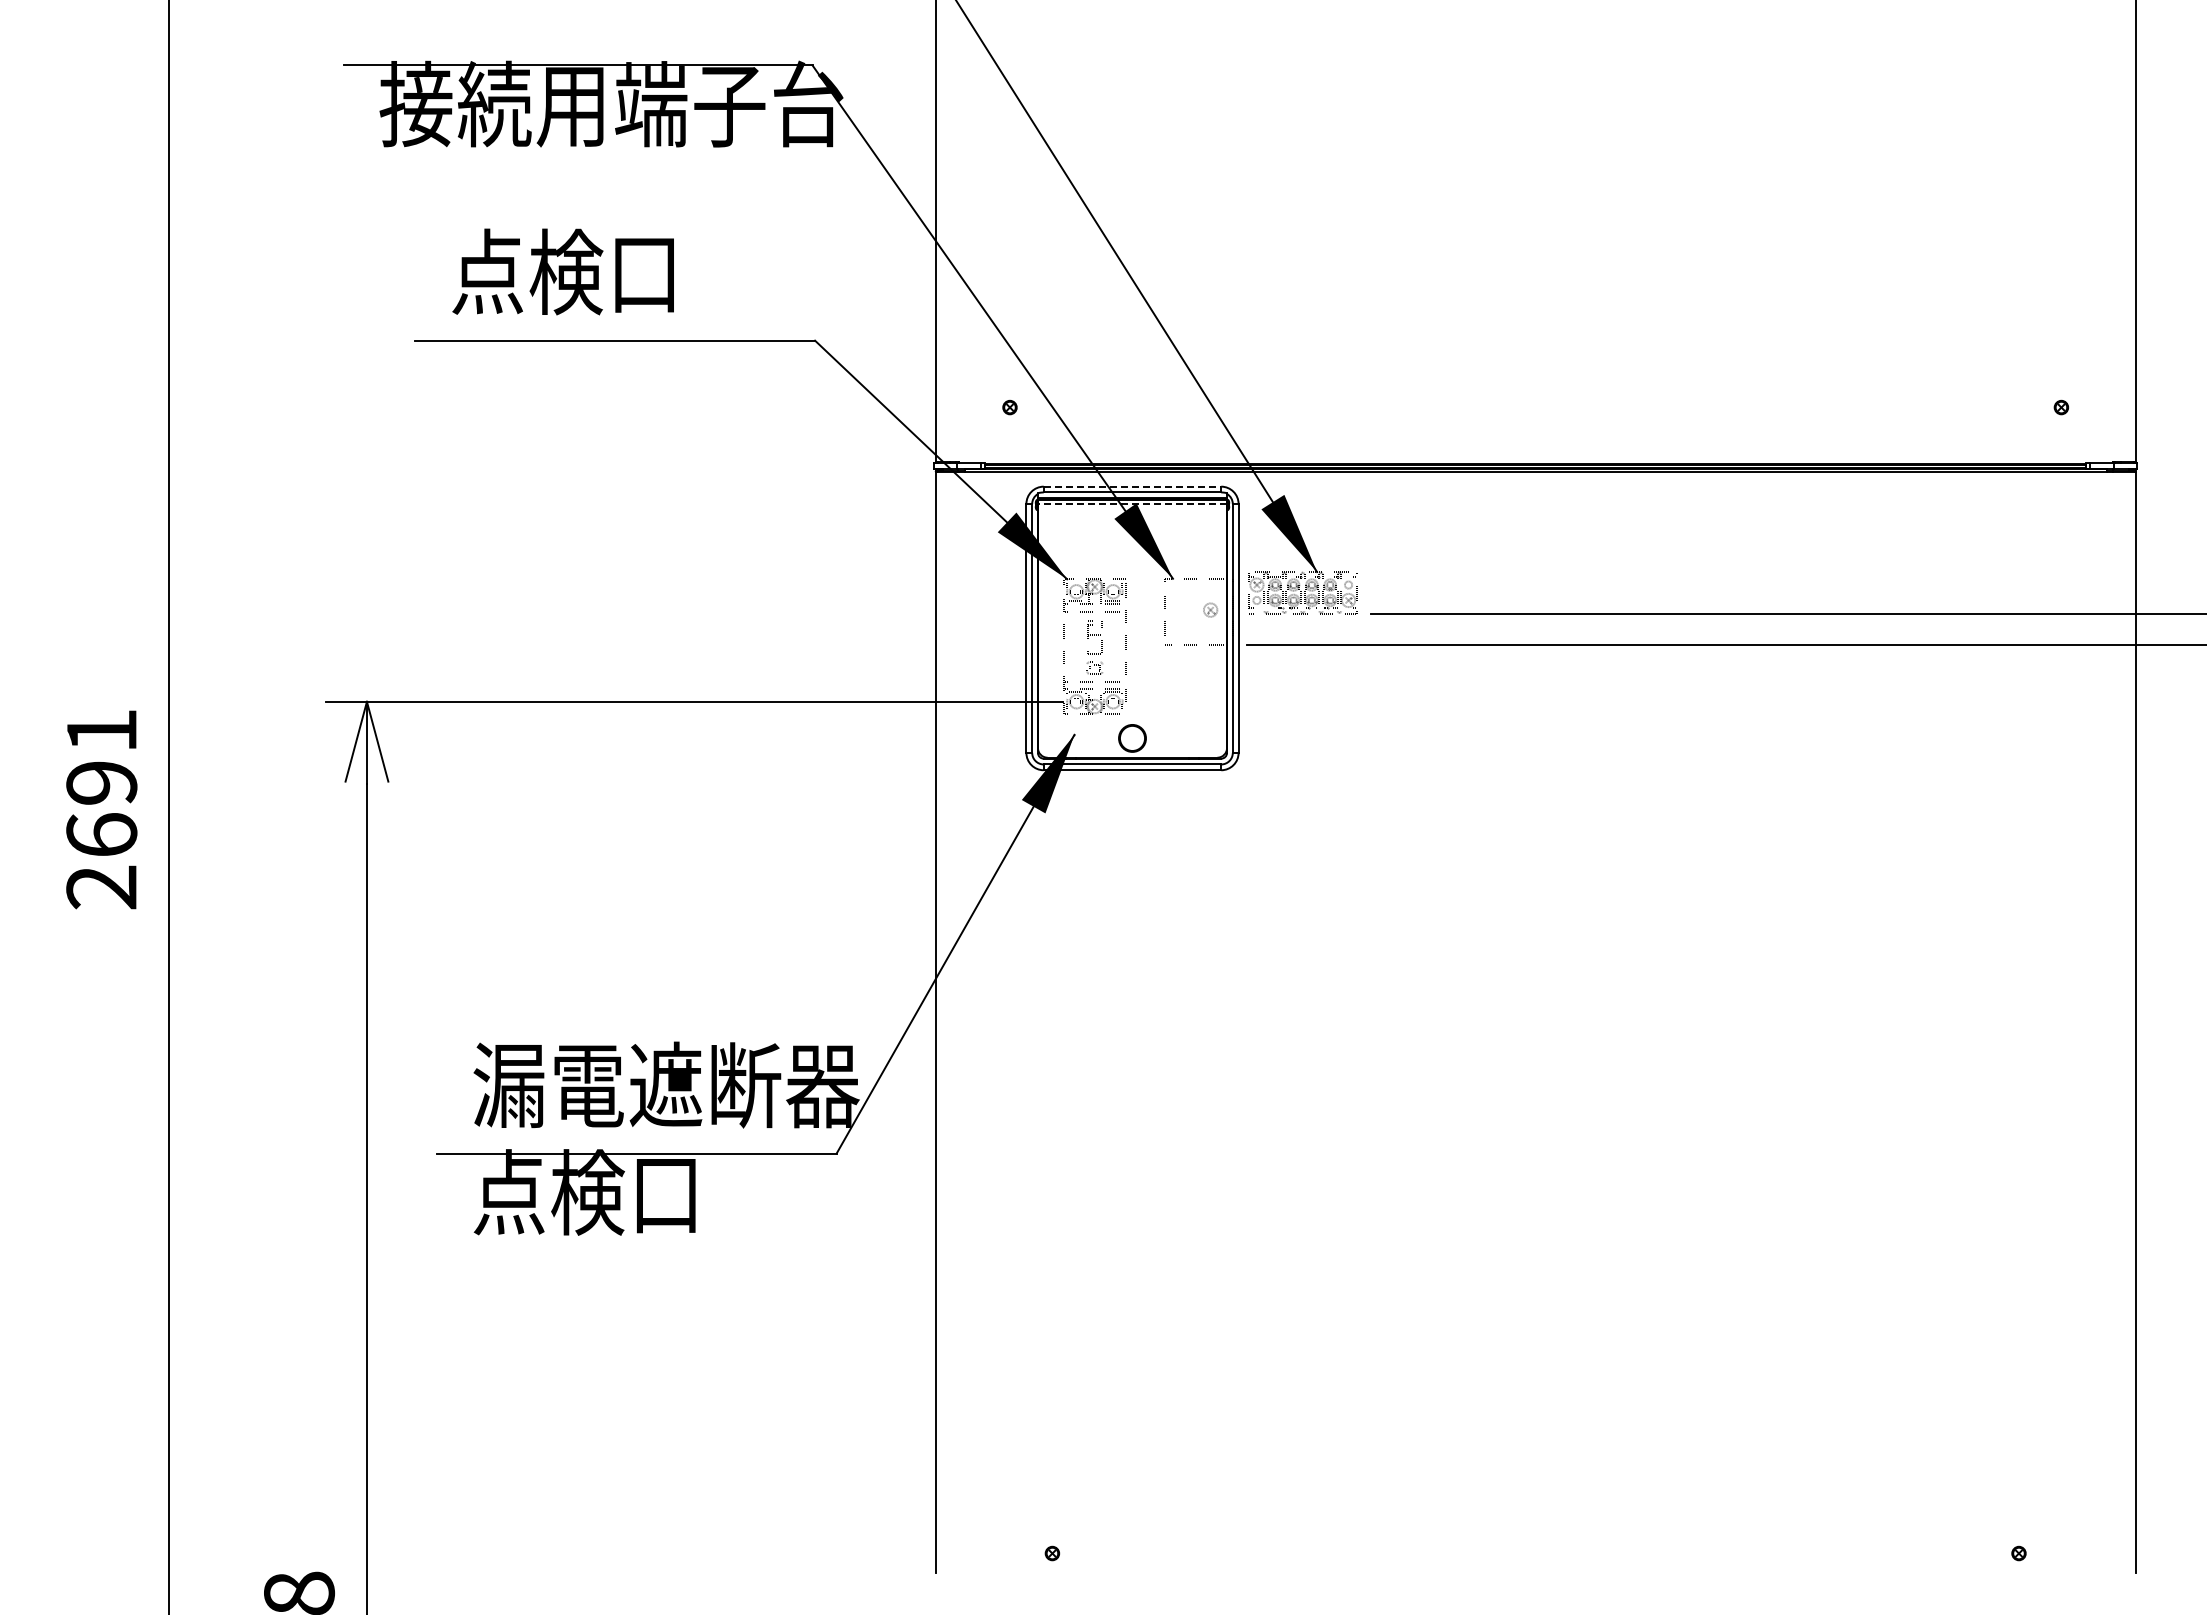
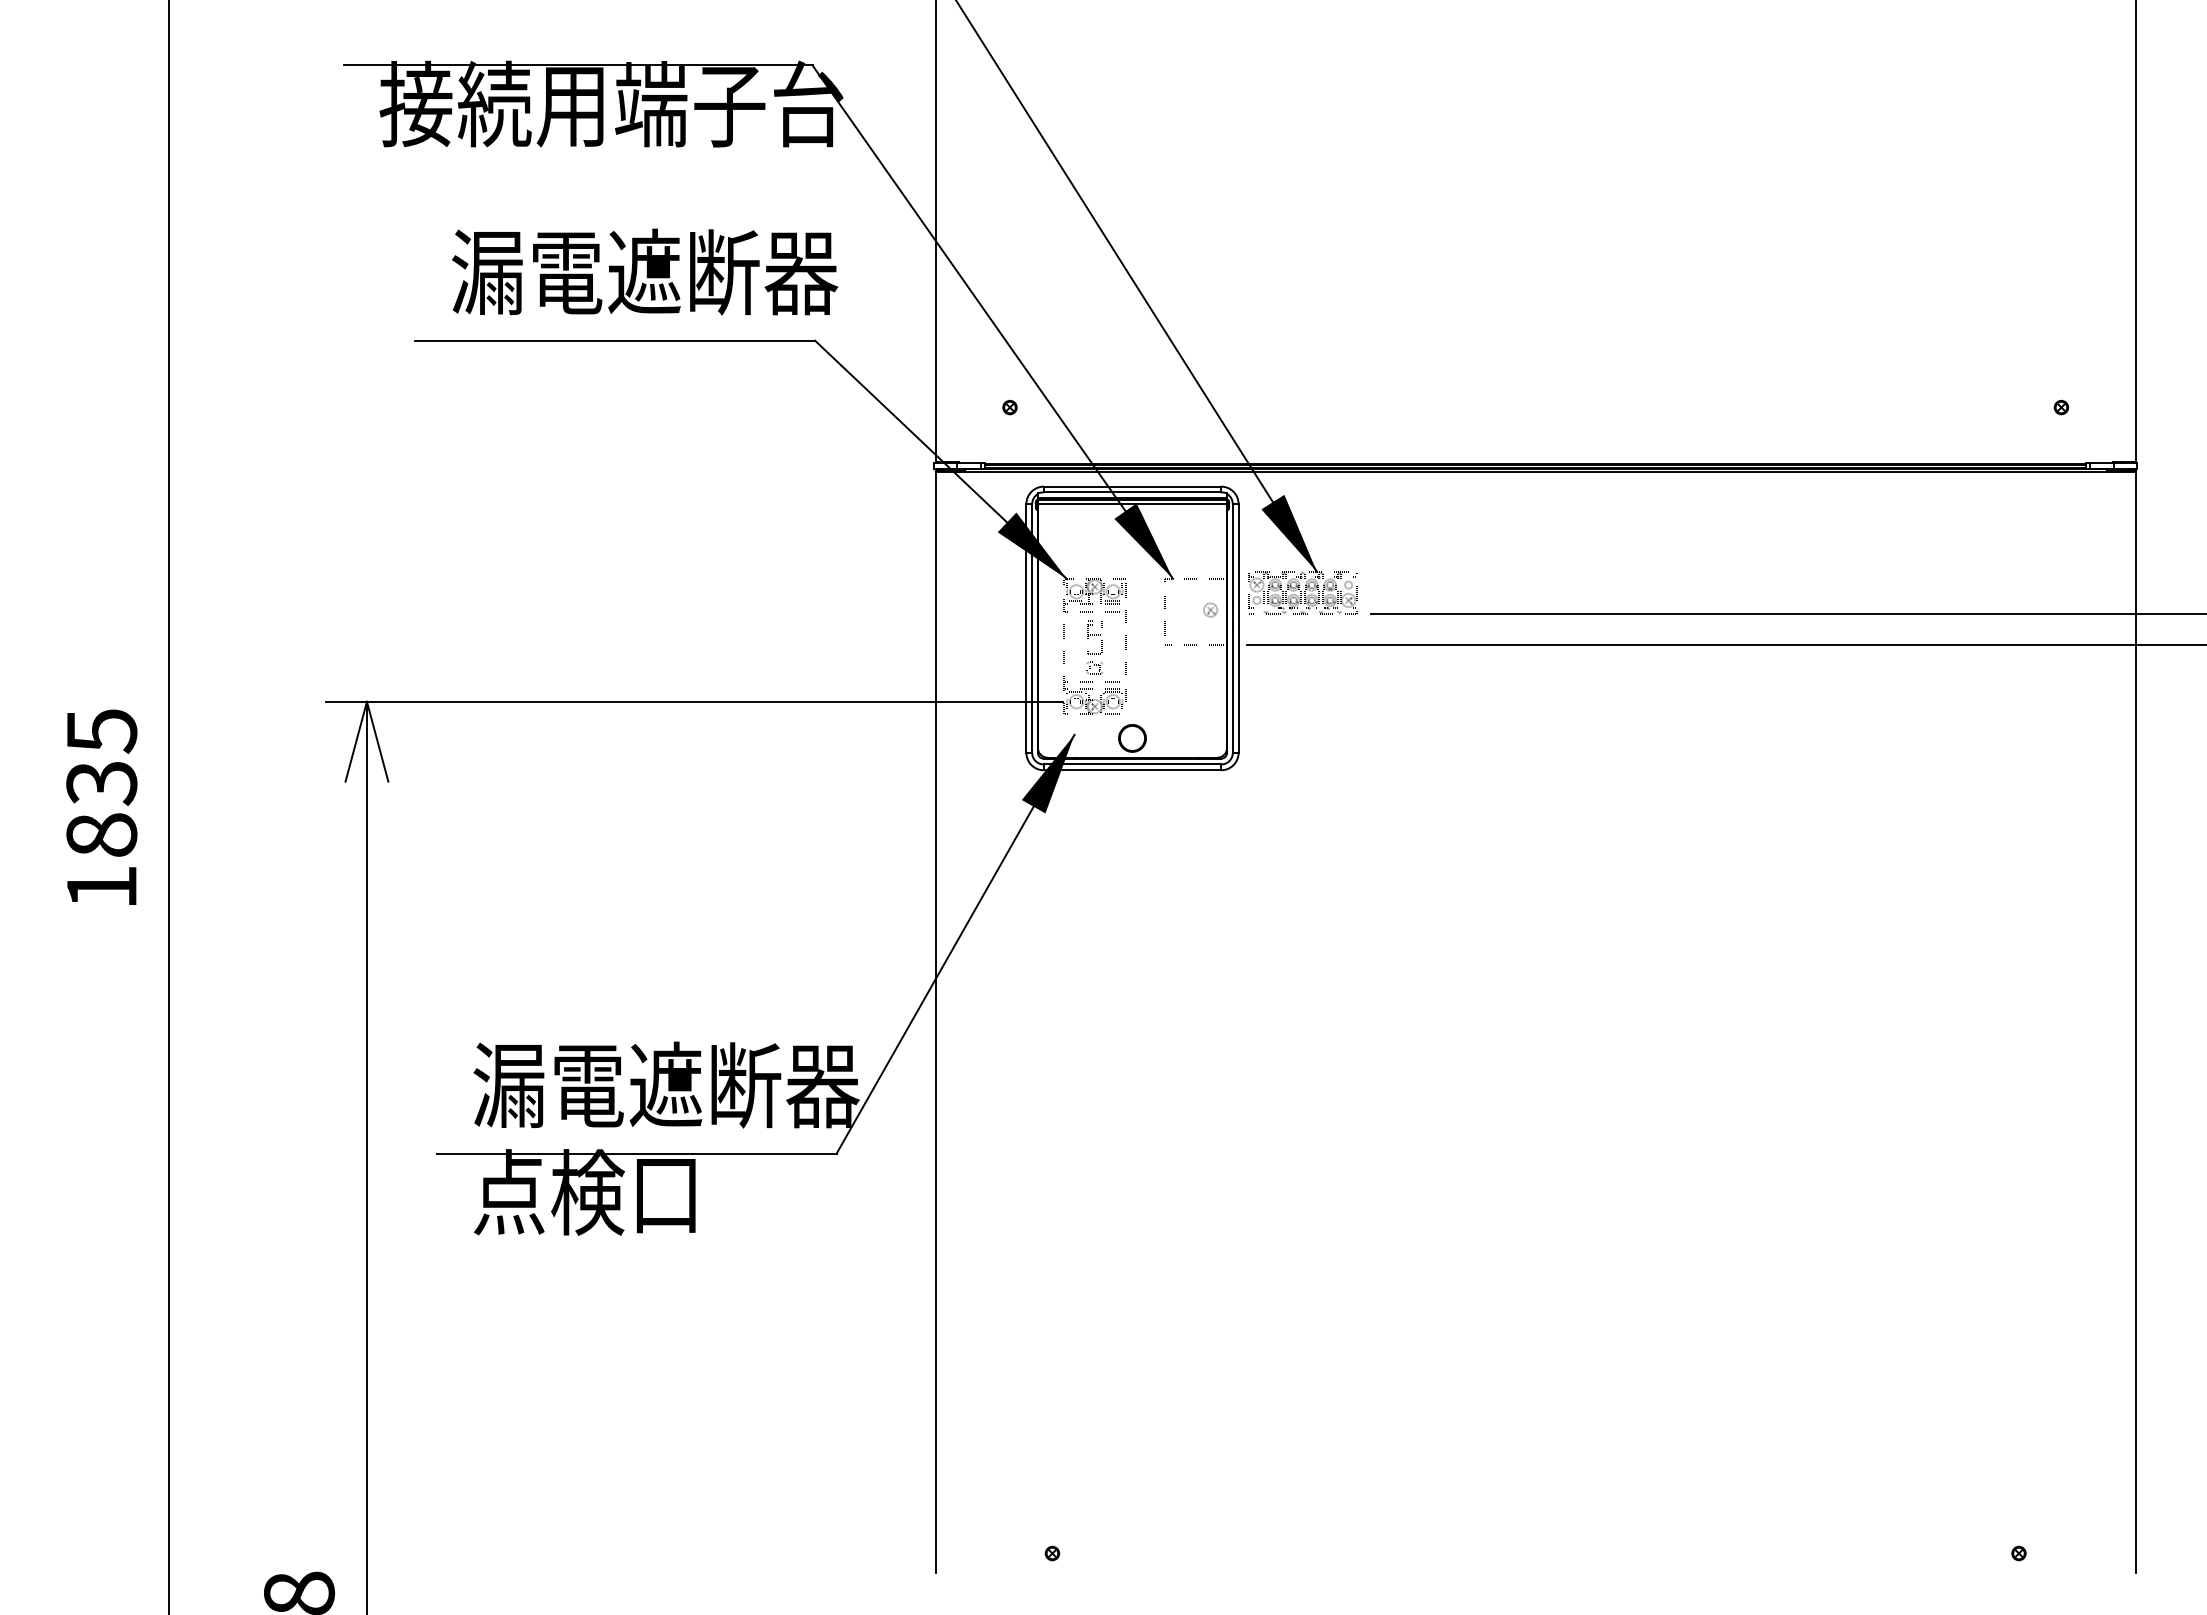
text at (645, 271): 点検口 -> 漏電遮断器
line at (1132, 486): dashed -> solid
line at (1132, 504): dashed -> solid
text at (101, 809): 2691 -> 1835
